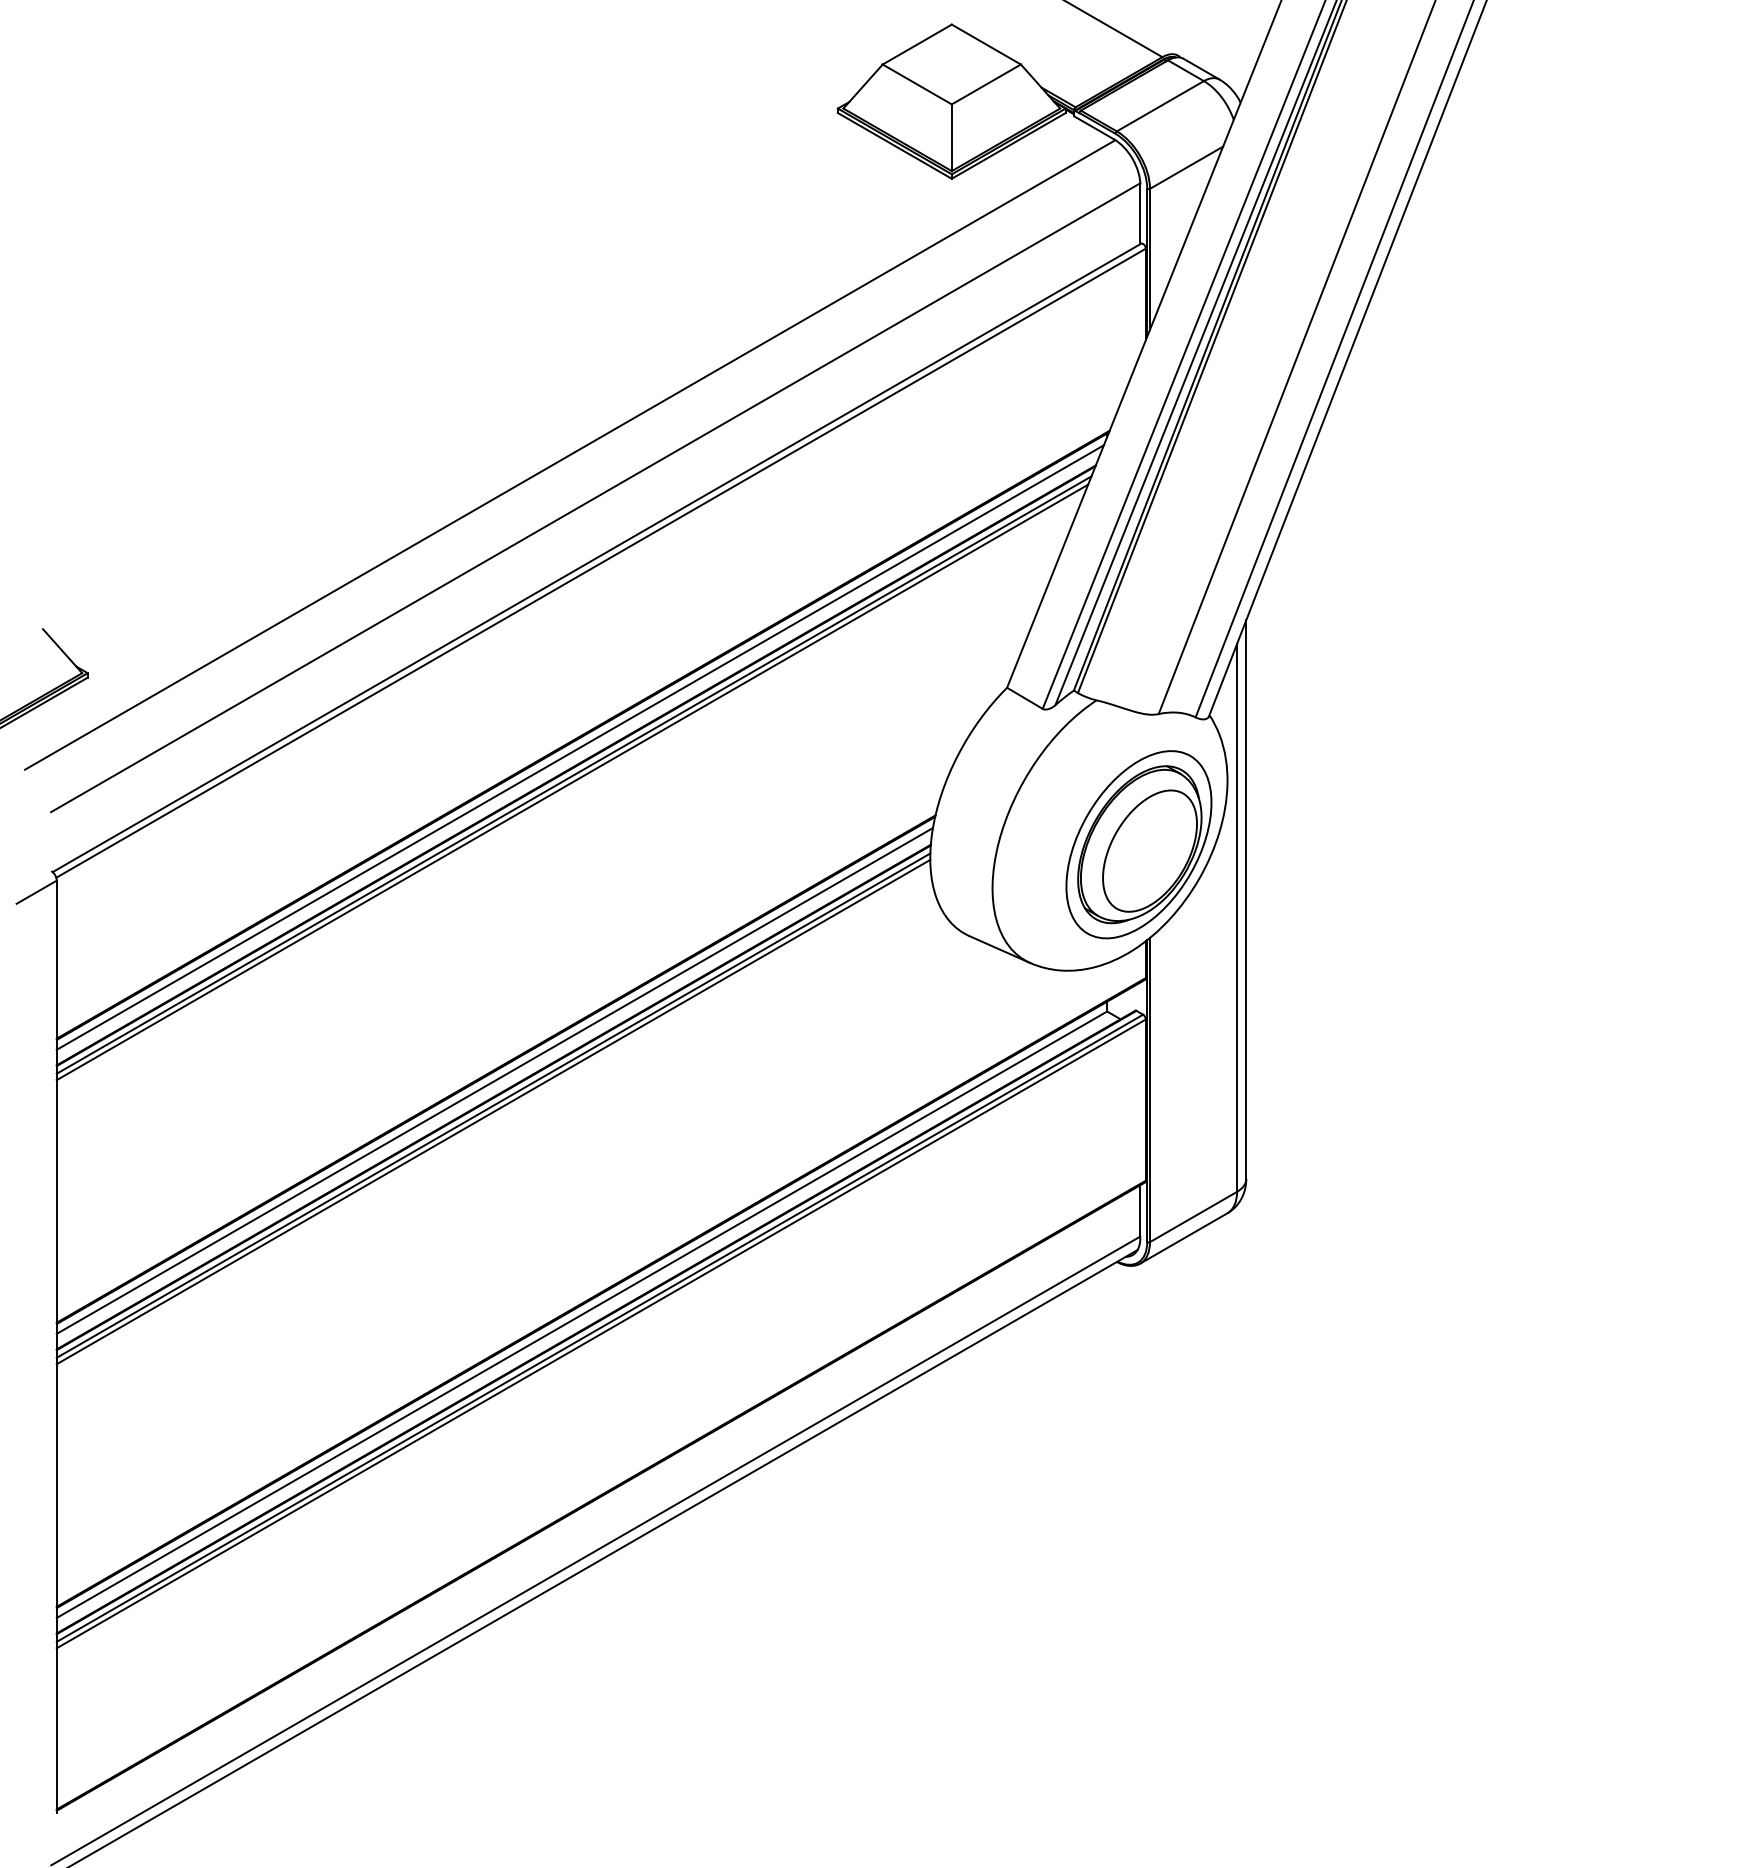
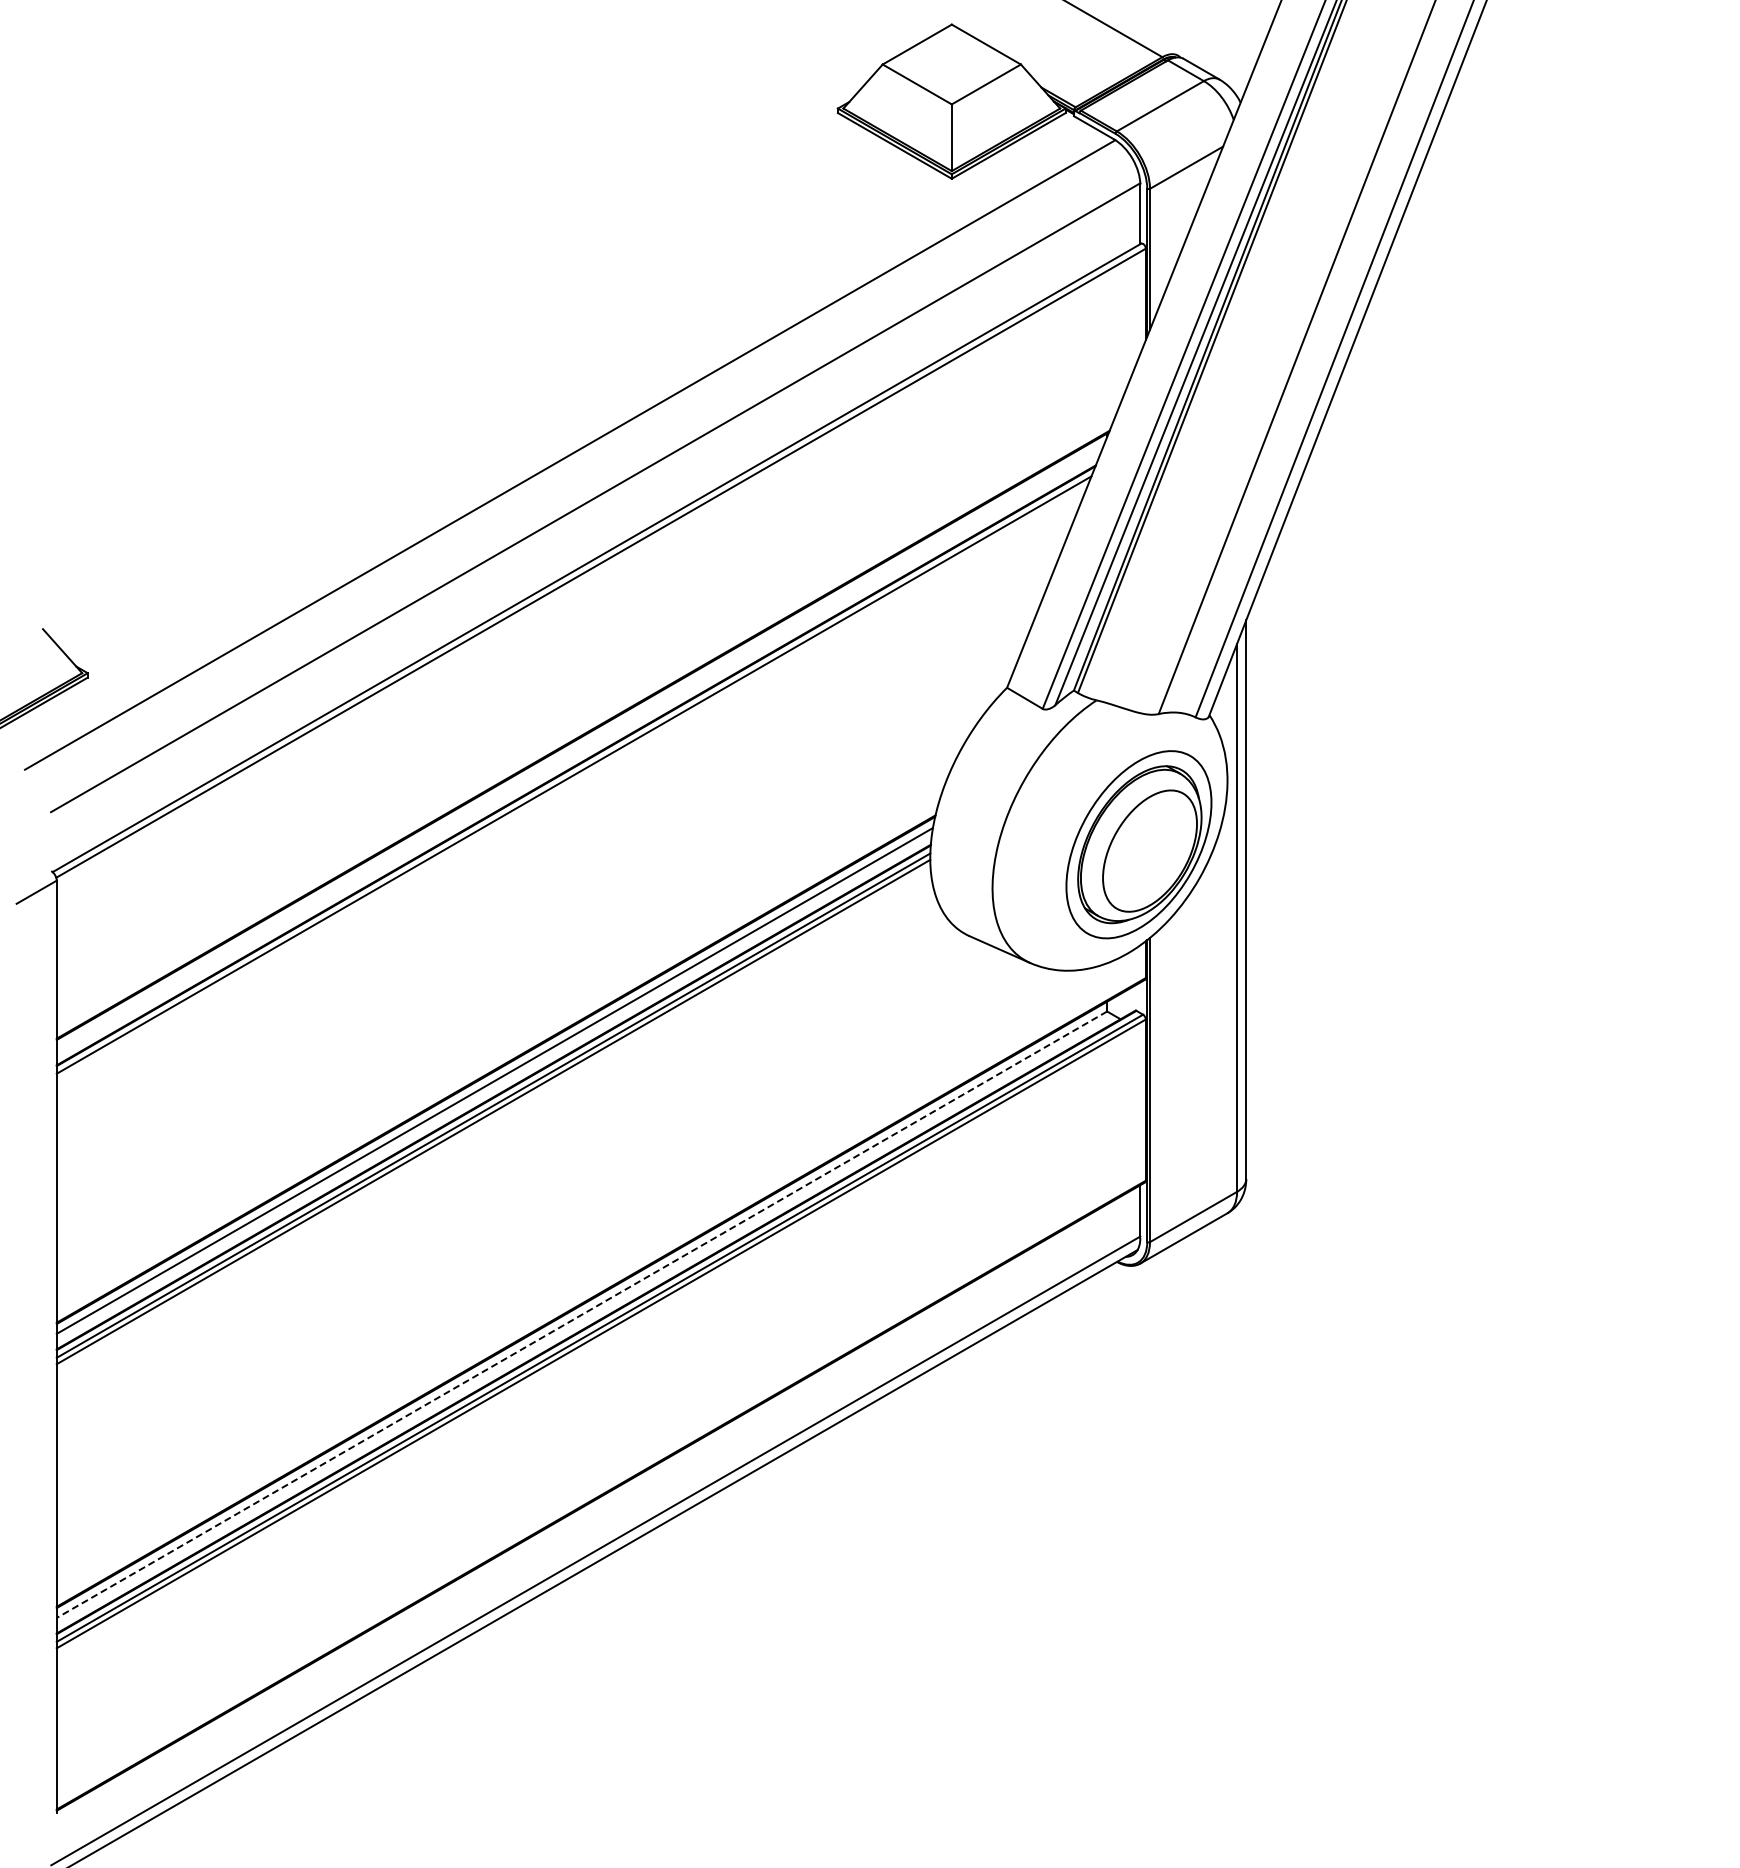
line at (579, 747): present -> none
line at (572, 782): present -> none
line at (581, 1314): solid -> dashed
